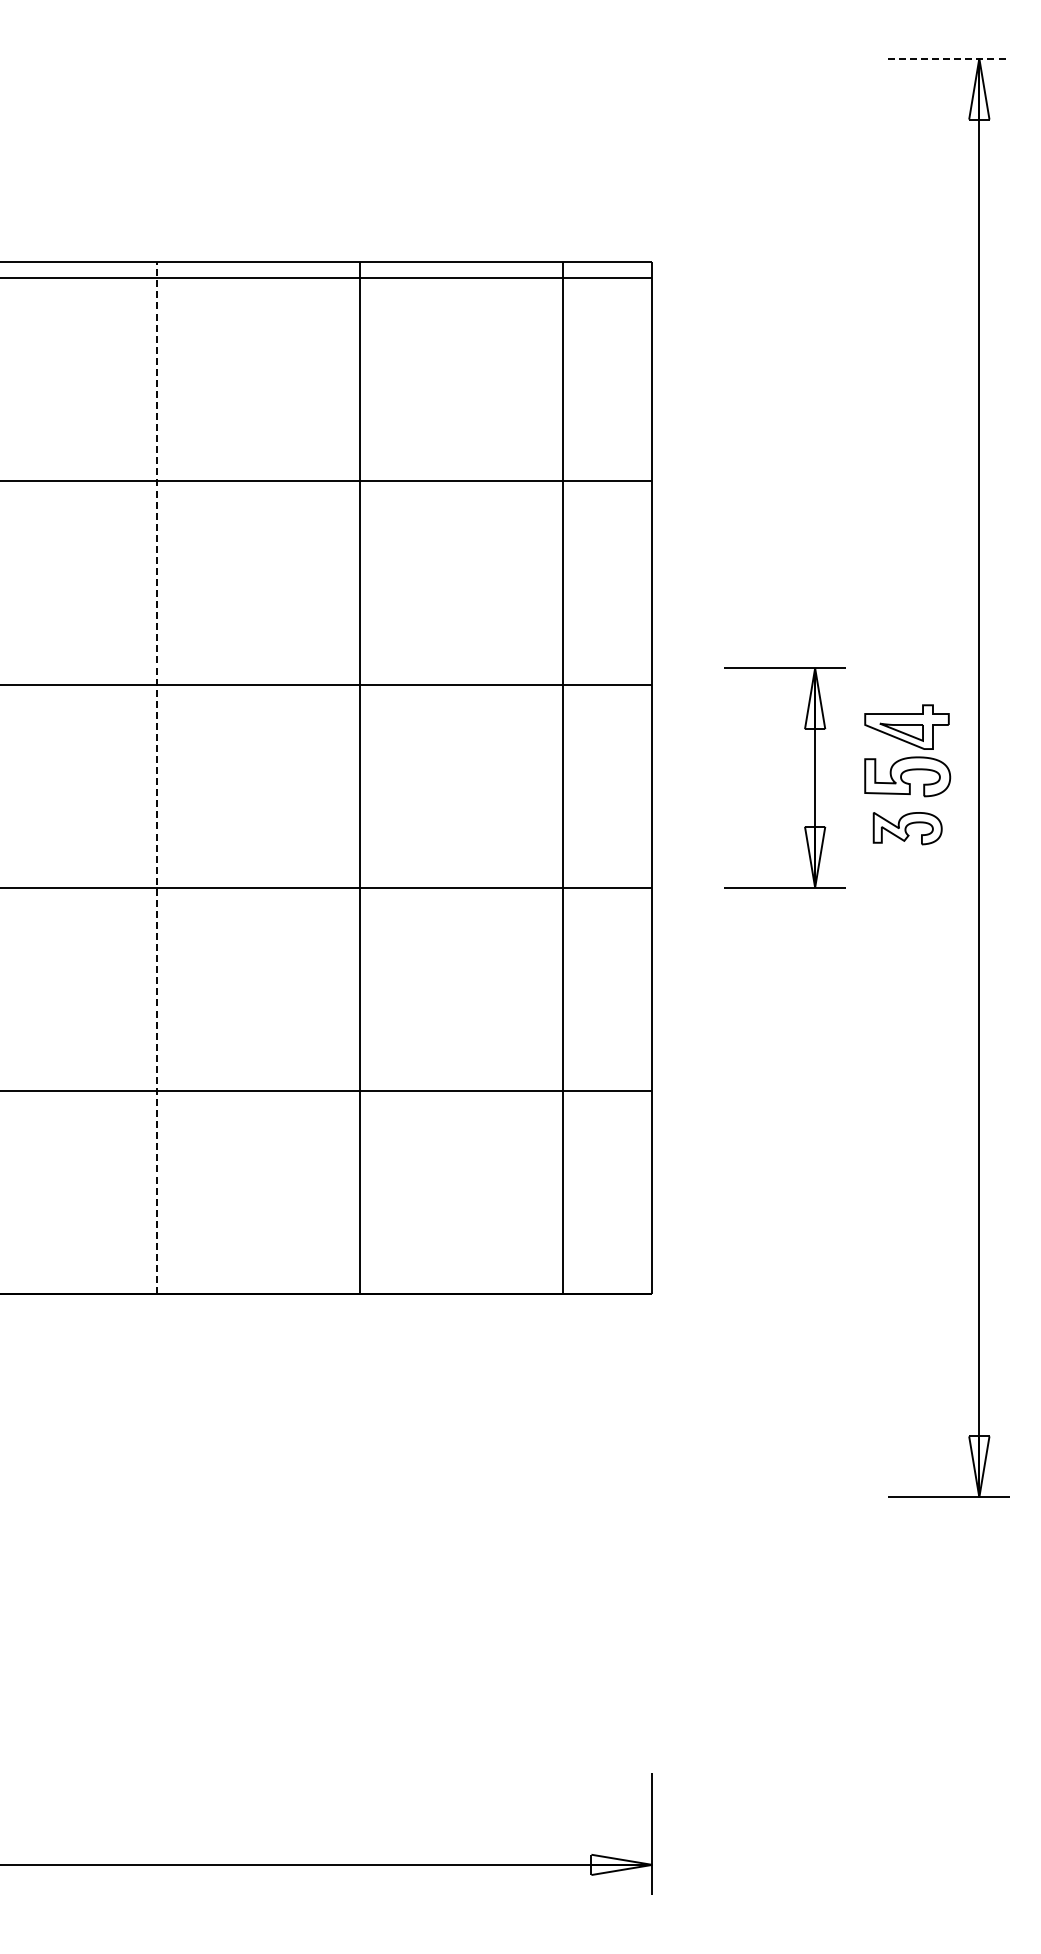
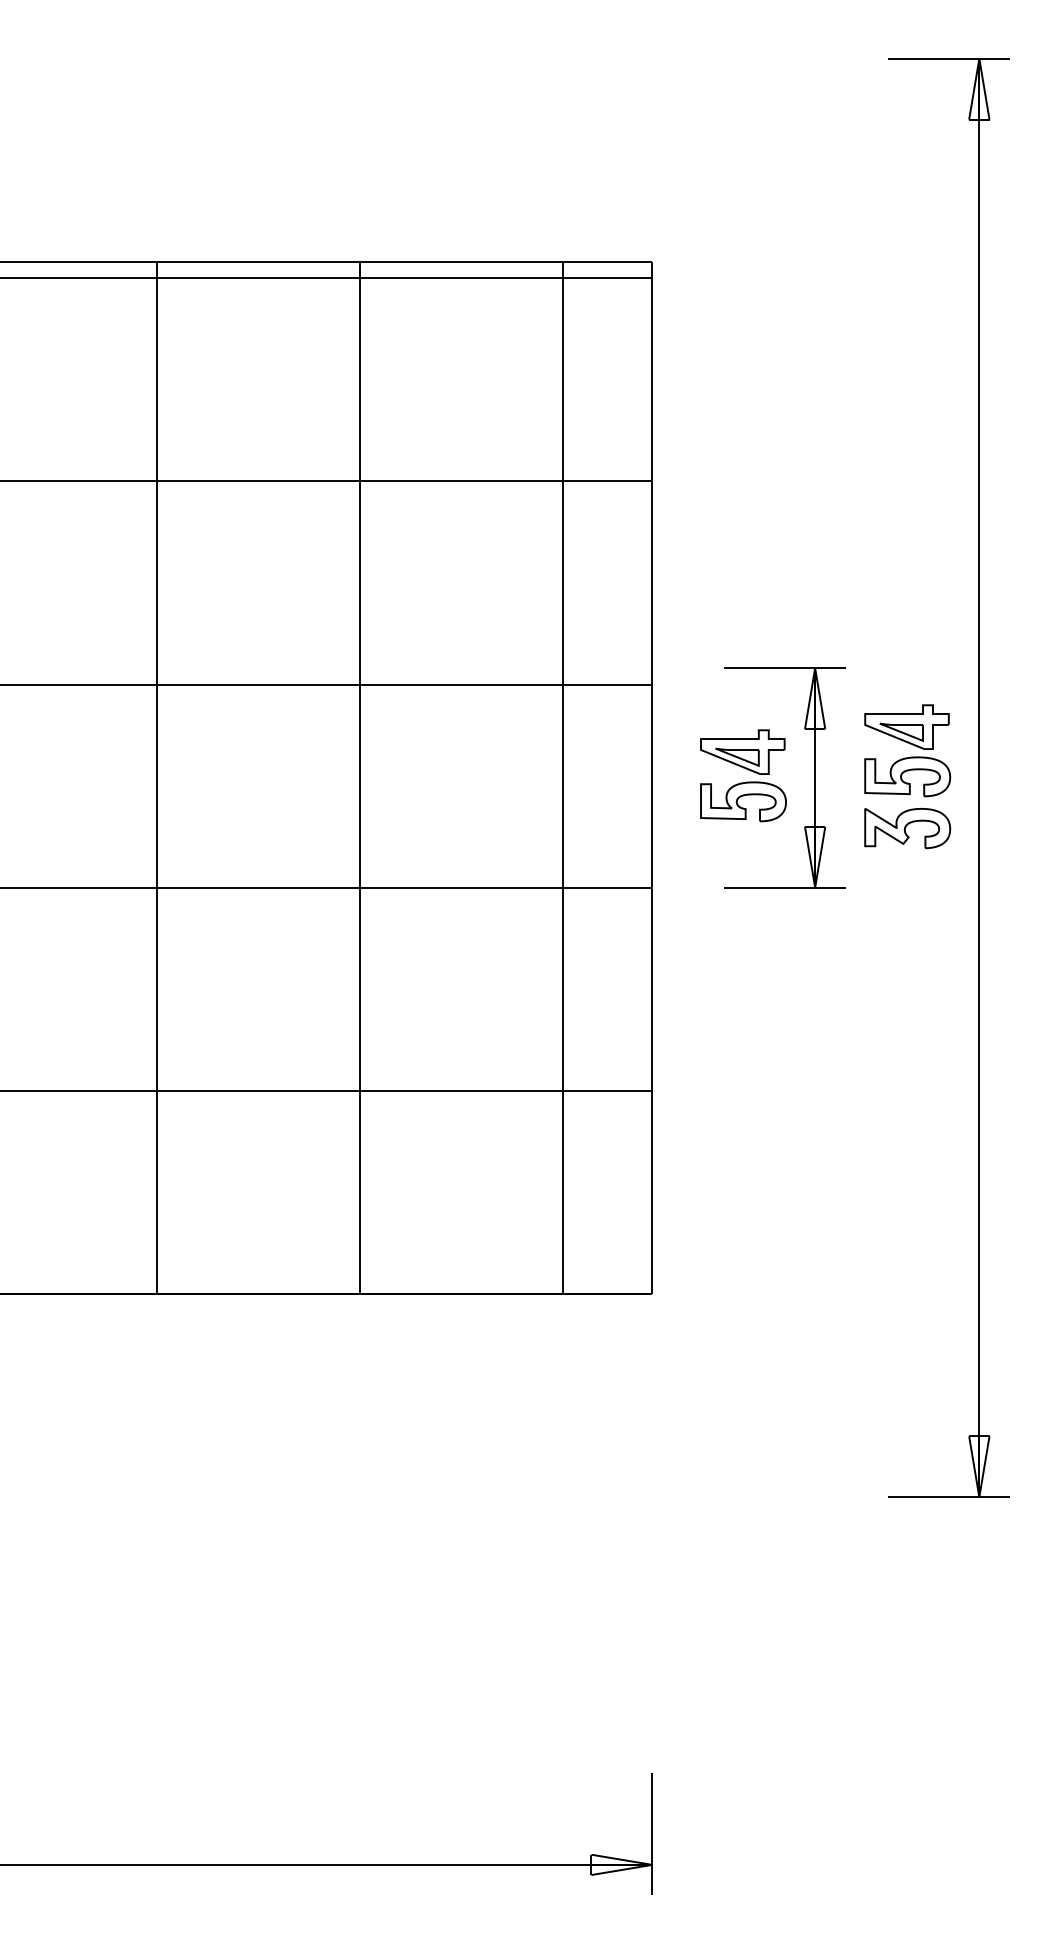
line at (948, 58): dashed -> solid
part at (745, 769): none -> present
line at (156, 777): dashed -> solid
part at (907, 828) size: 71x34 px -> 88x42 px
